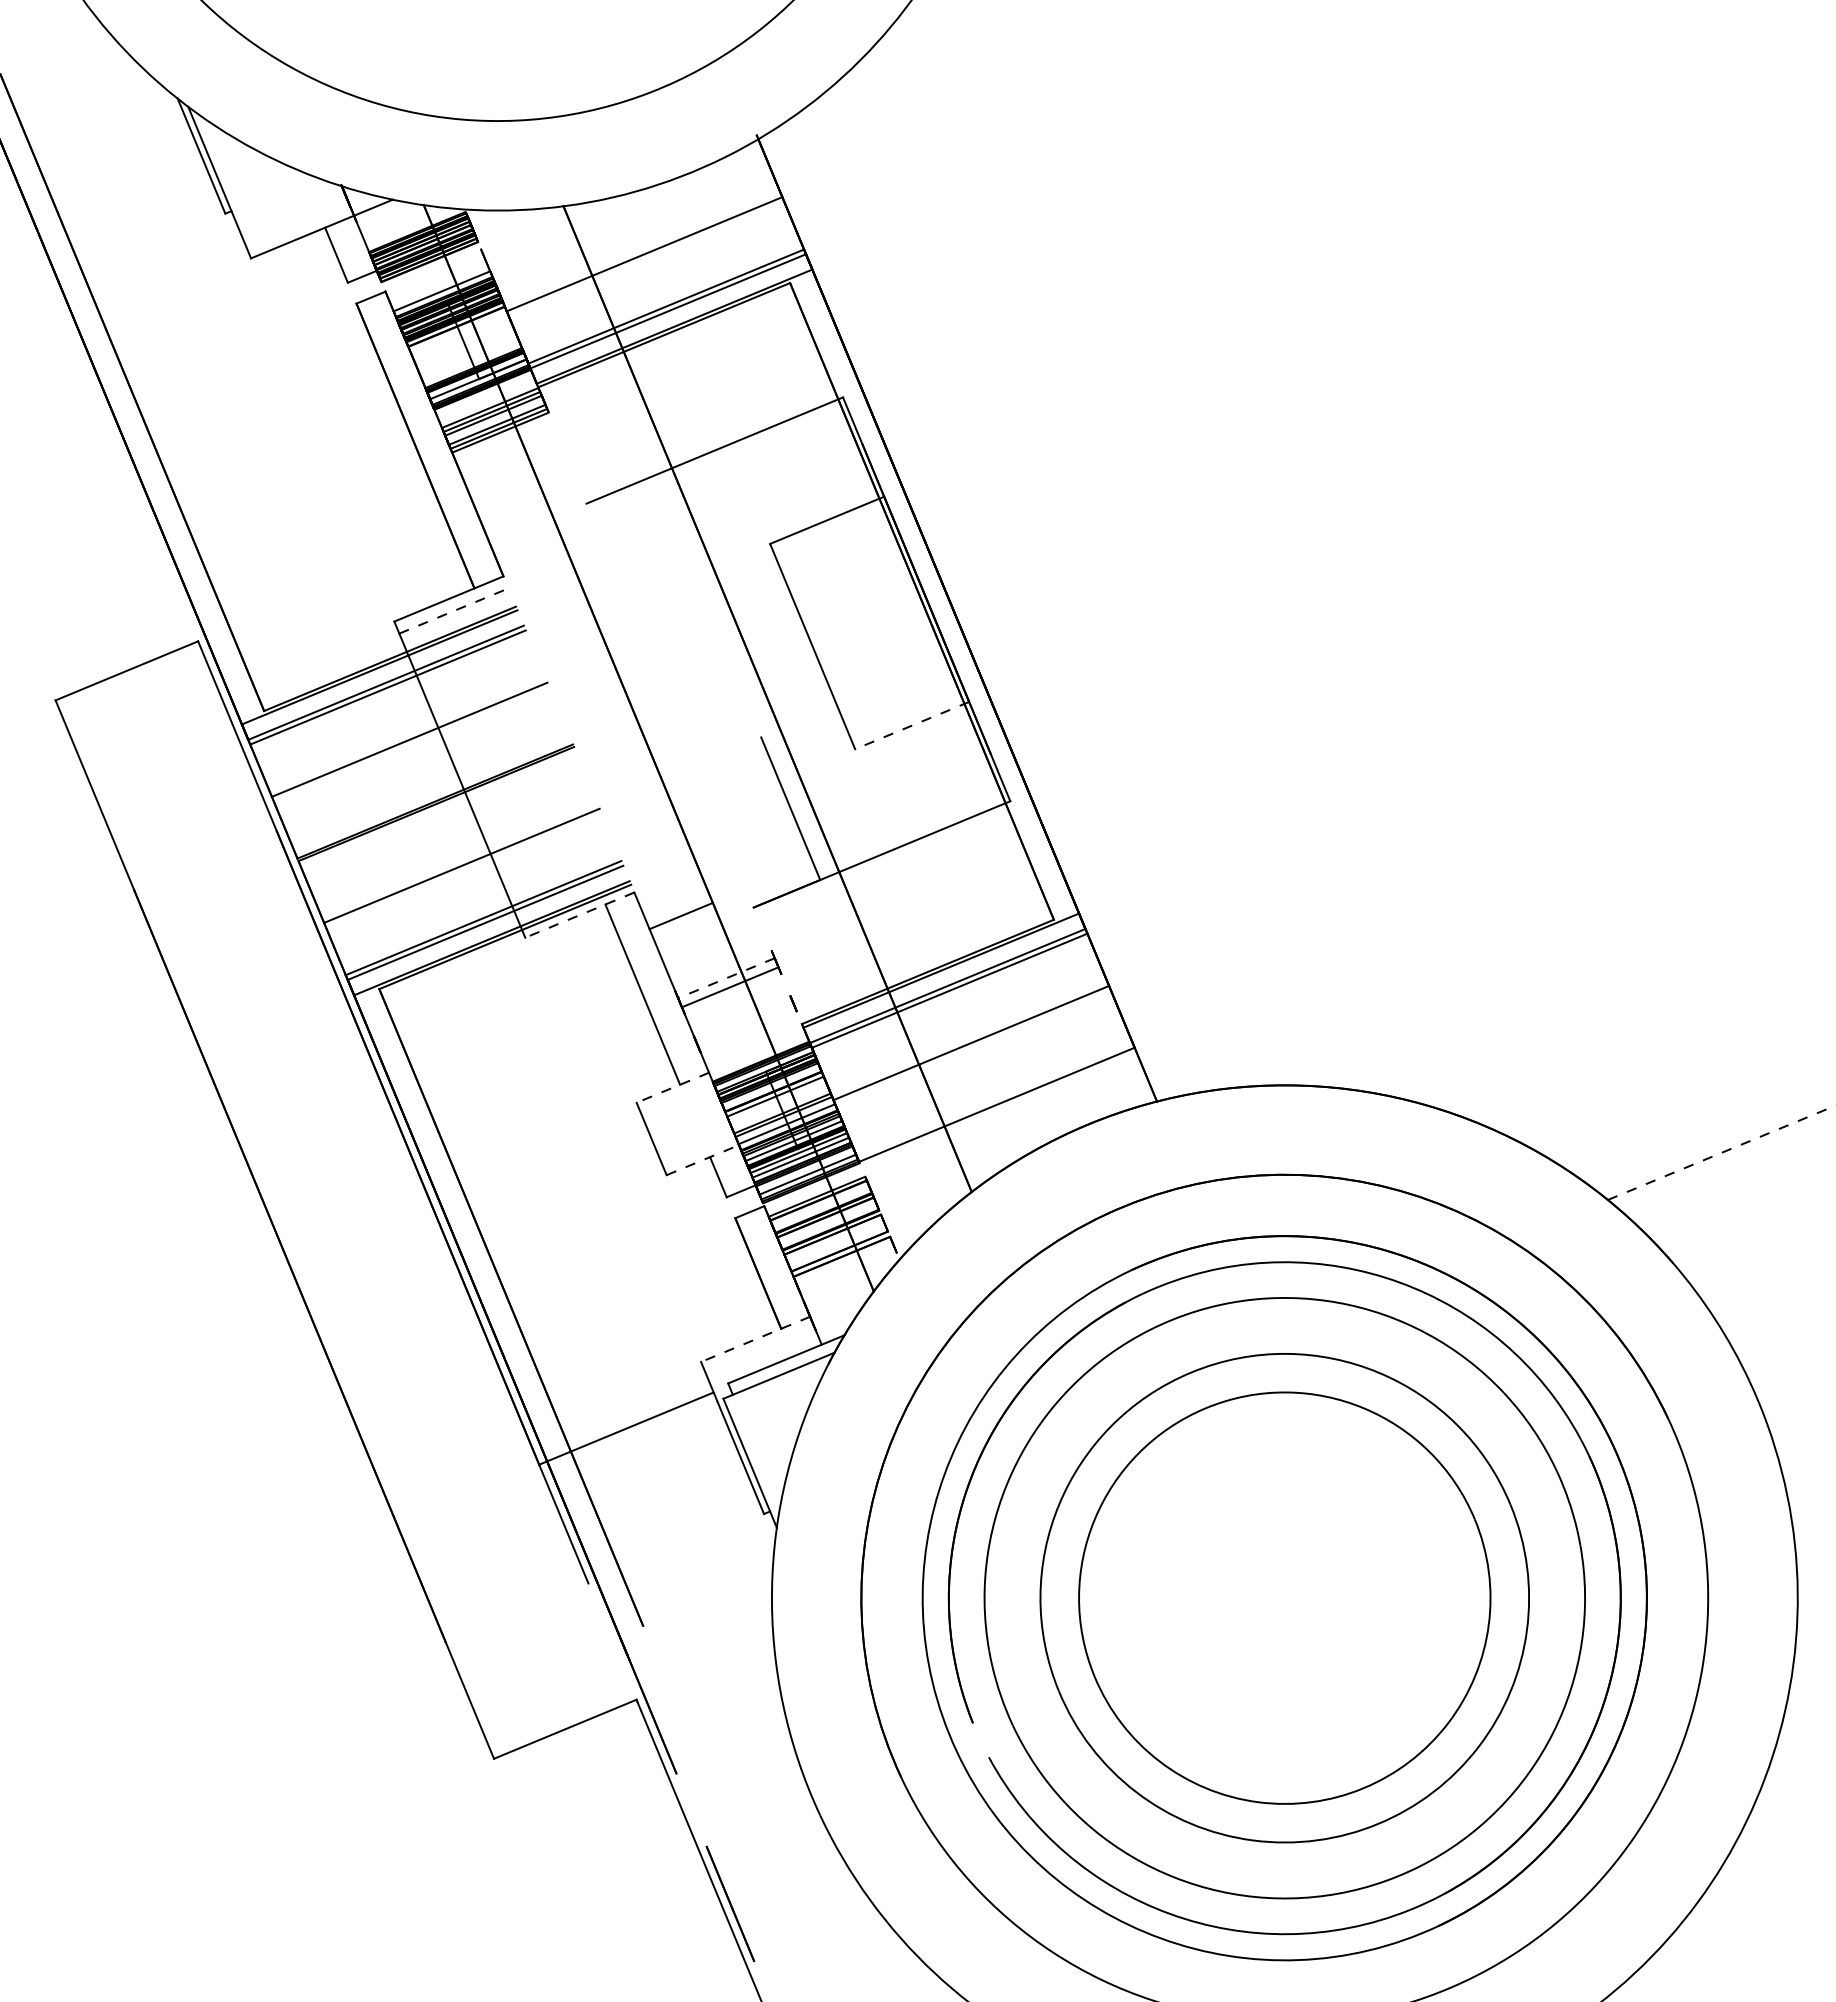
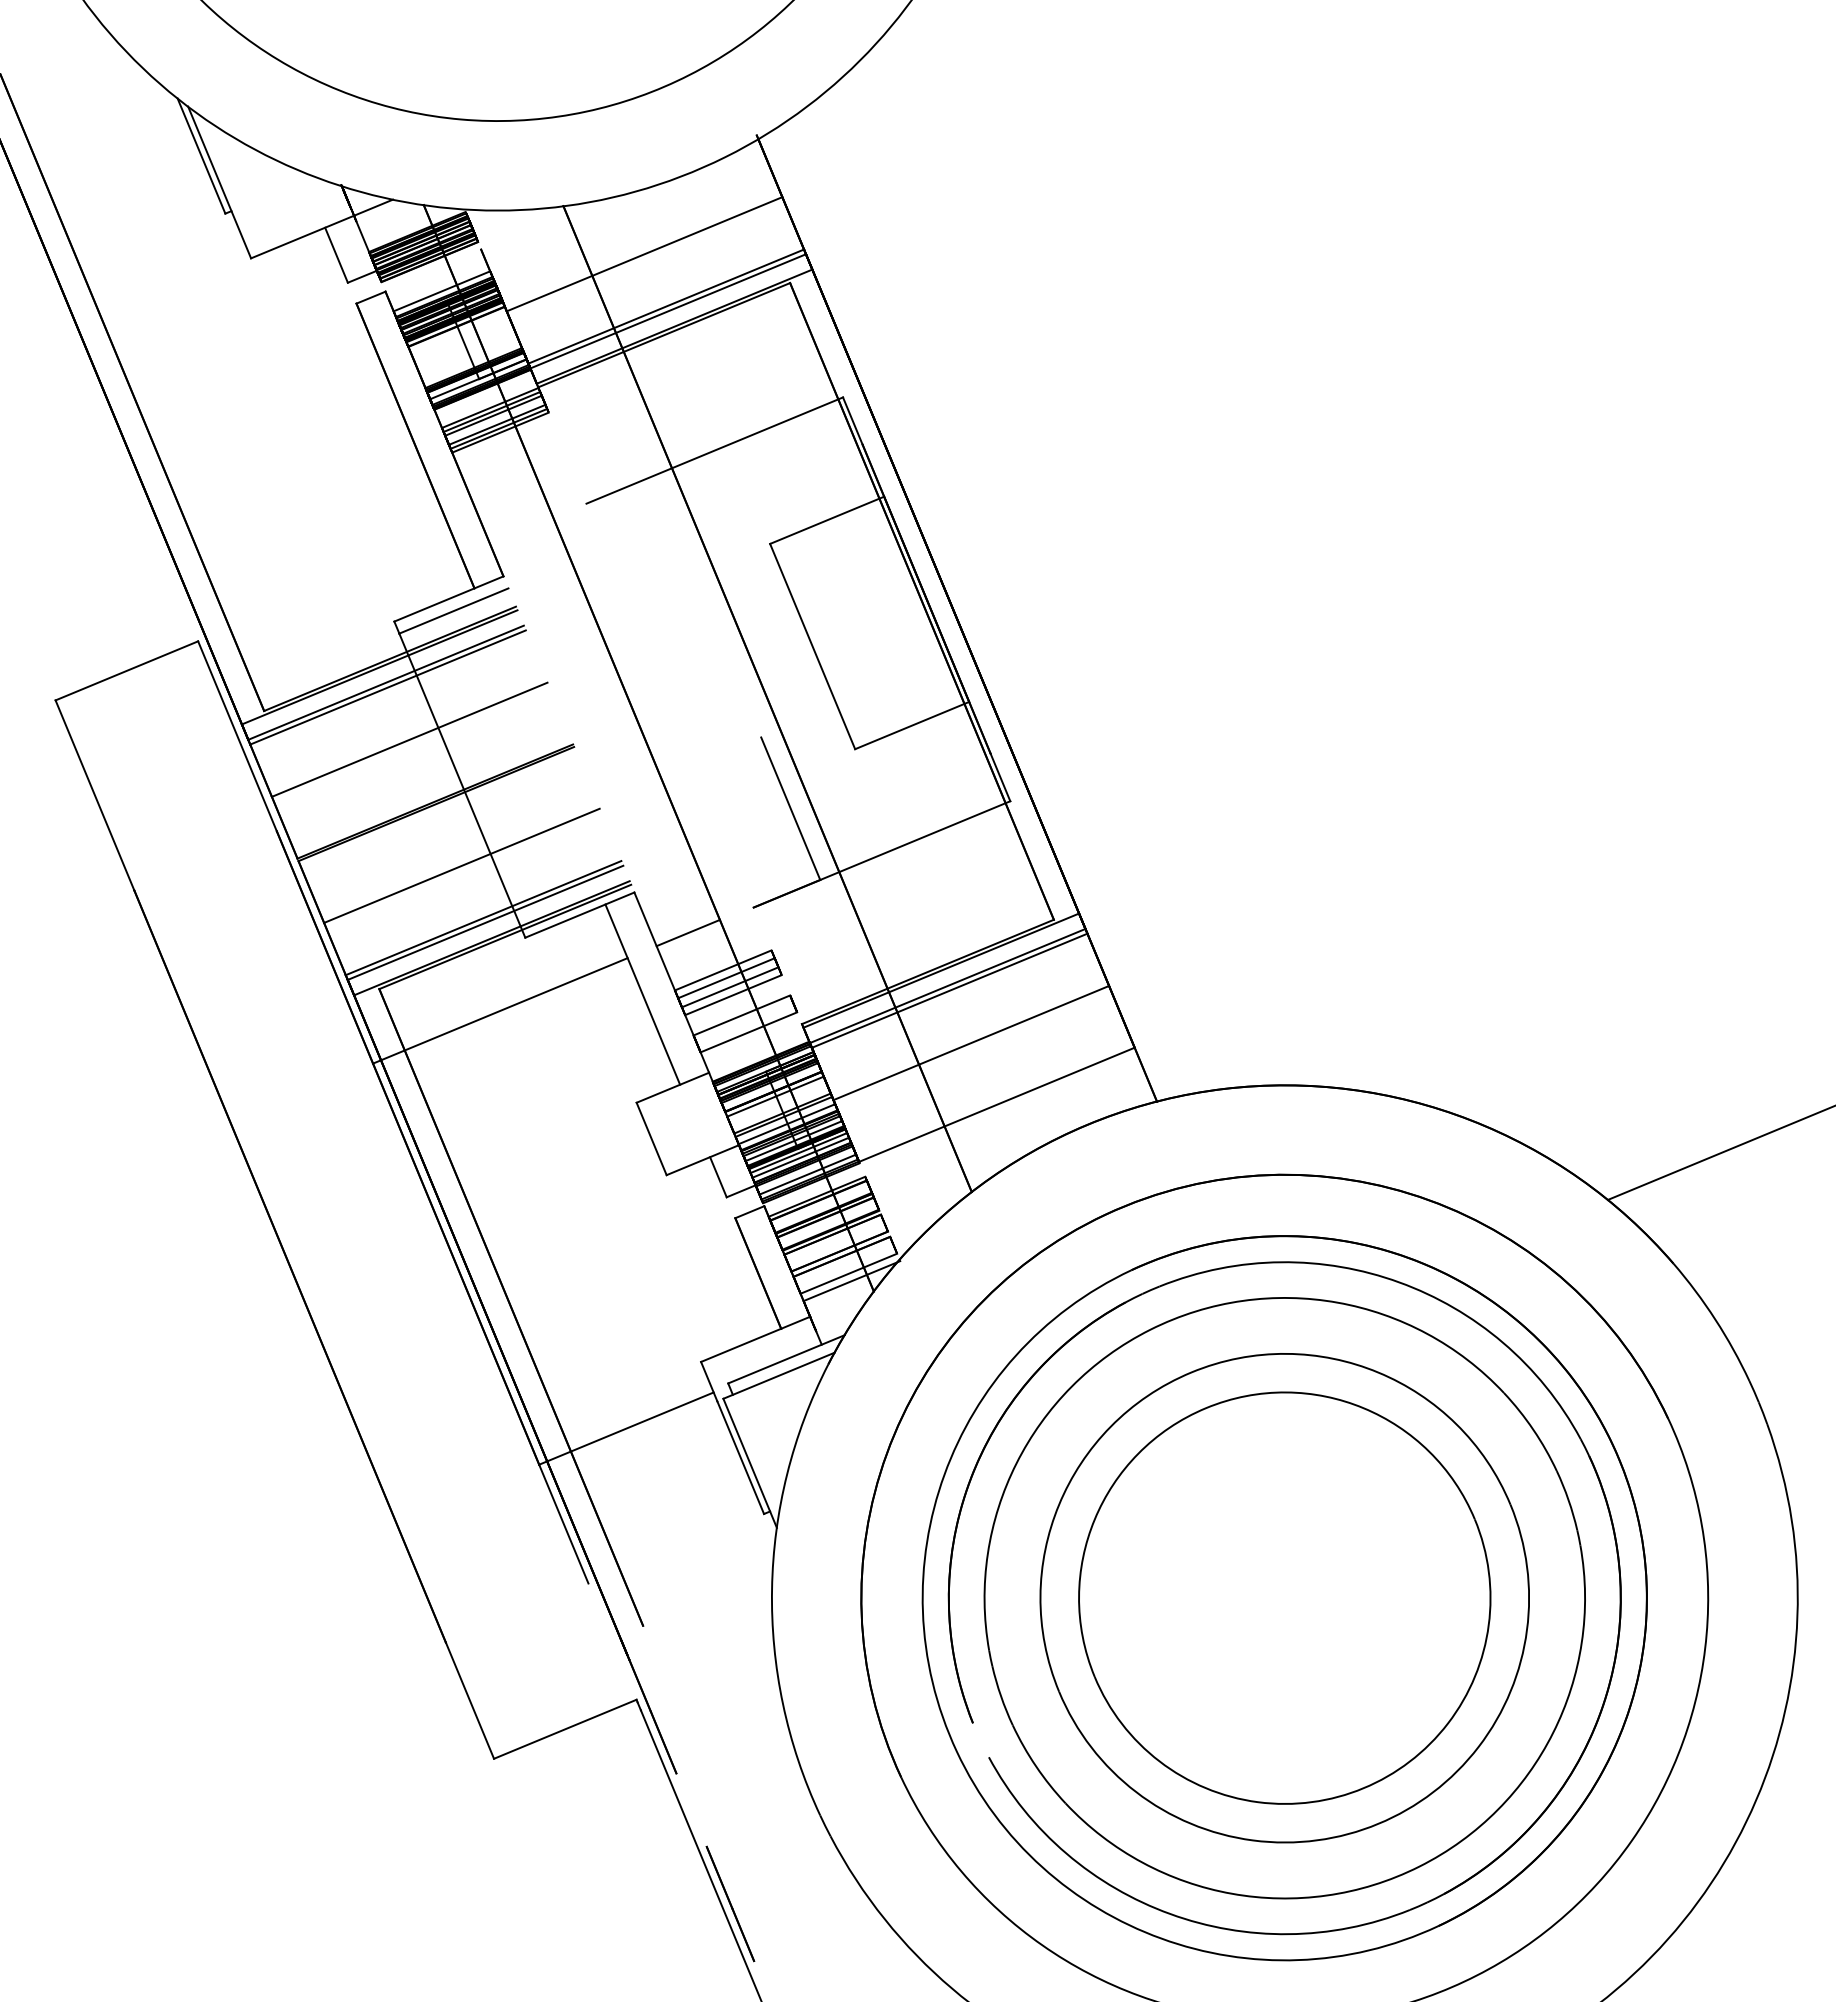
line at (454, 610): dashed -> solid
line at (912, 725): dashed -> solid
line at (579, 915): dashed -> solid
line at (680, 915) position: (680, 915) -> (687, 932)
line at (722, 970): none -> present
line at (726, 978): dashed -> solid
line at (733, 995): none -> present
line at (500, 1010): none -> present
line at (741, 1015): none -> present
line at (748, 1032): none -> present
line at (672, 1087): dashed -> solid
line at (1721, 1152): dashed -> solid
line at (703, 1159): dashed -> solid
line at (848, 1273): none -> present
line at (851, 1281): none -> present
line at (755, 1339): dashed -> solid
